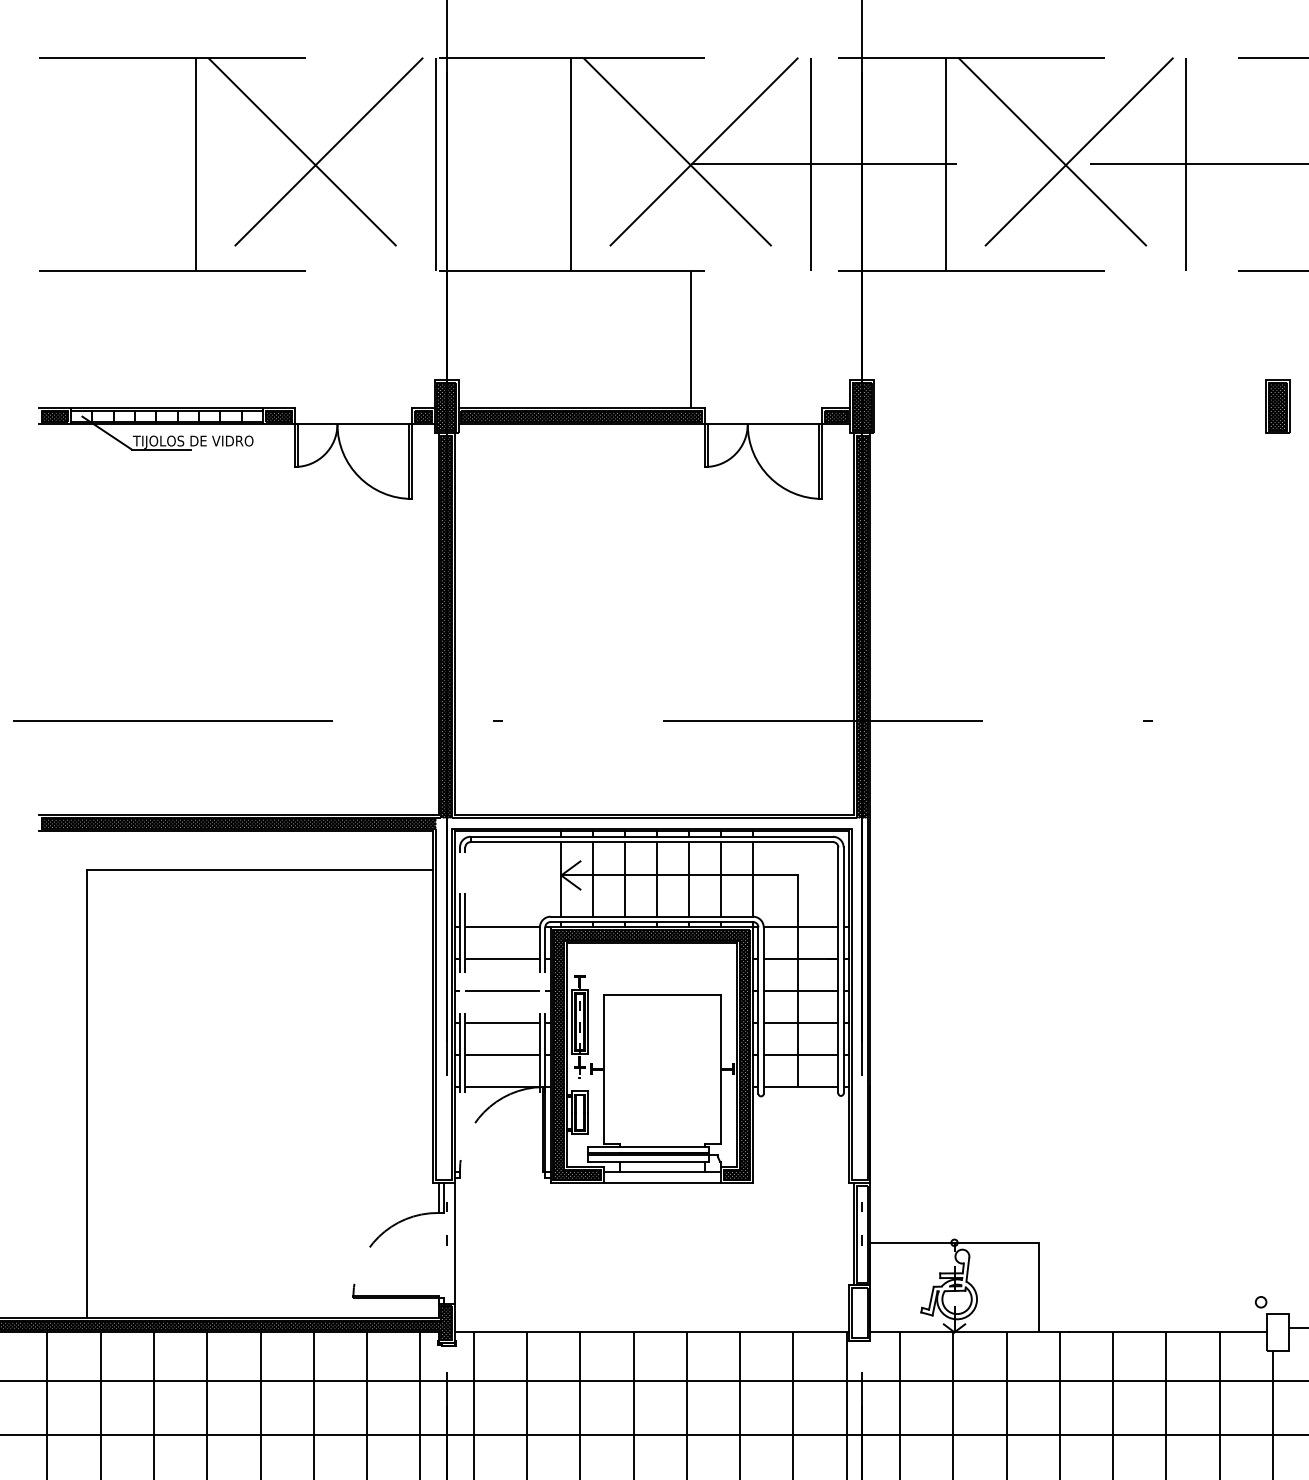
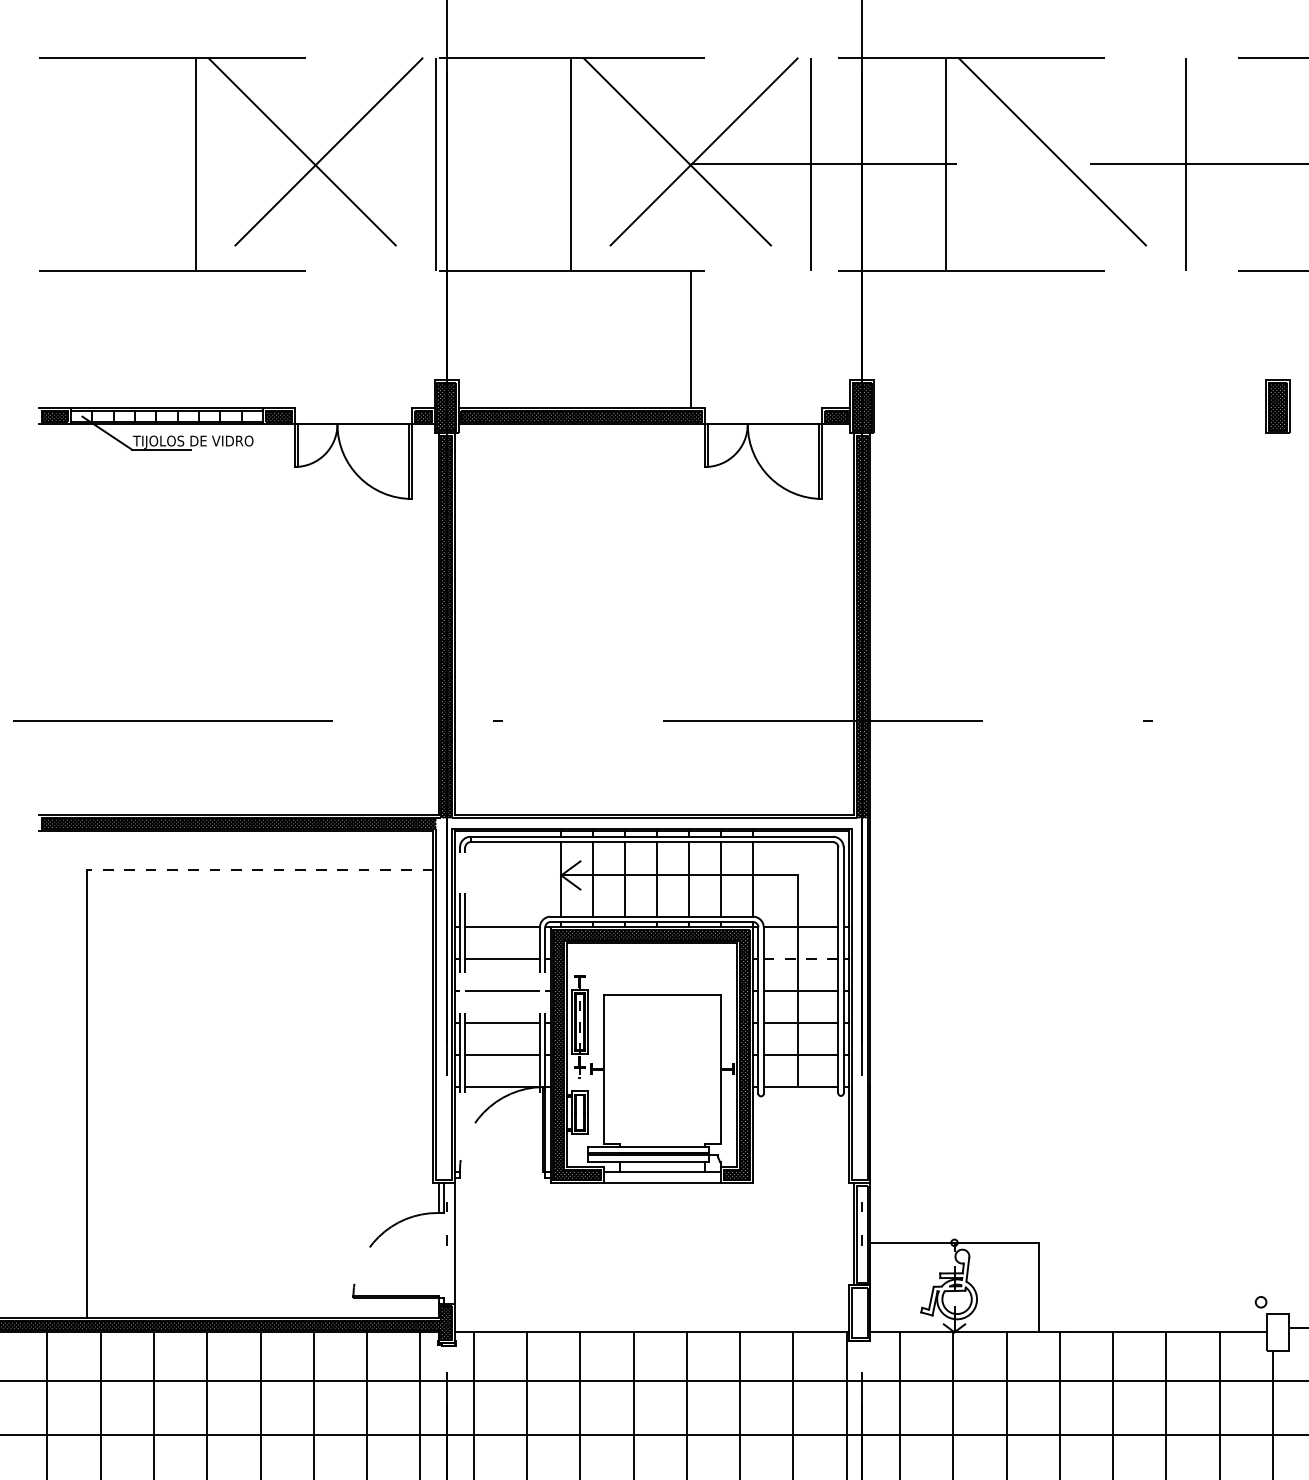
line at (1066, 163): present -> none
line at (259, 869): solid -> dashed
line at (798, 959): solid -> dashed
